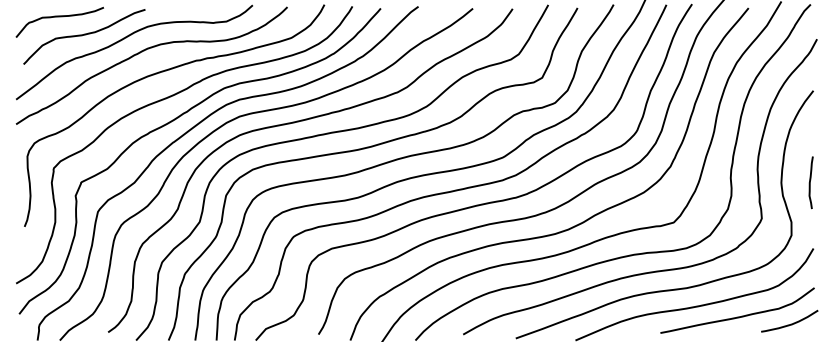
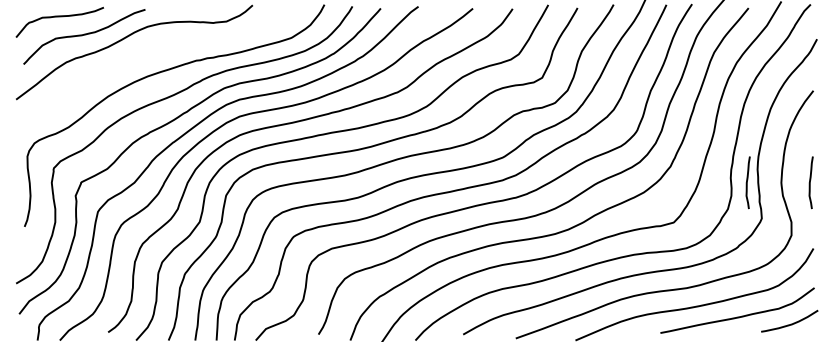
curve at (144, 51): present -> none
curve at (747, 182): none -> present
